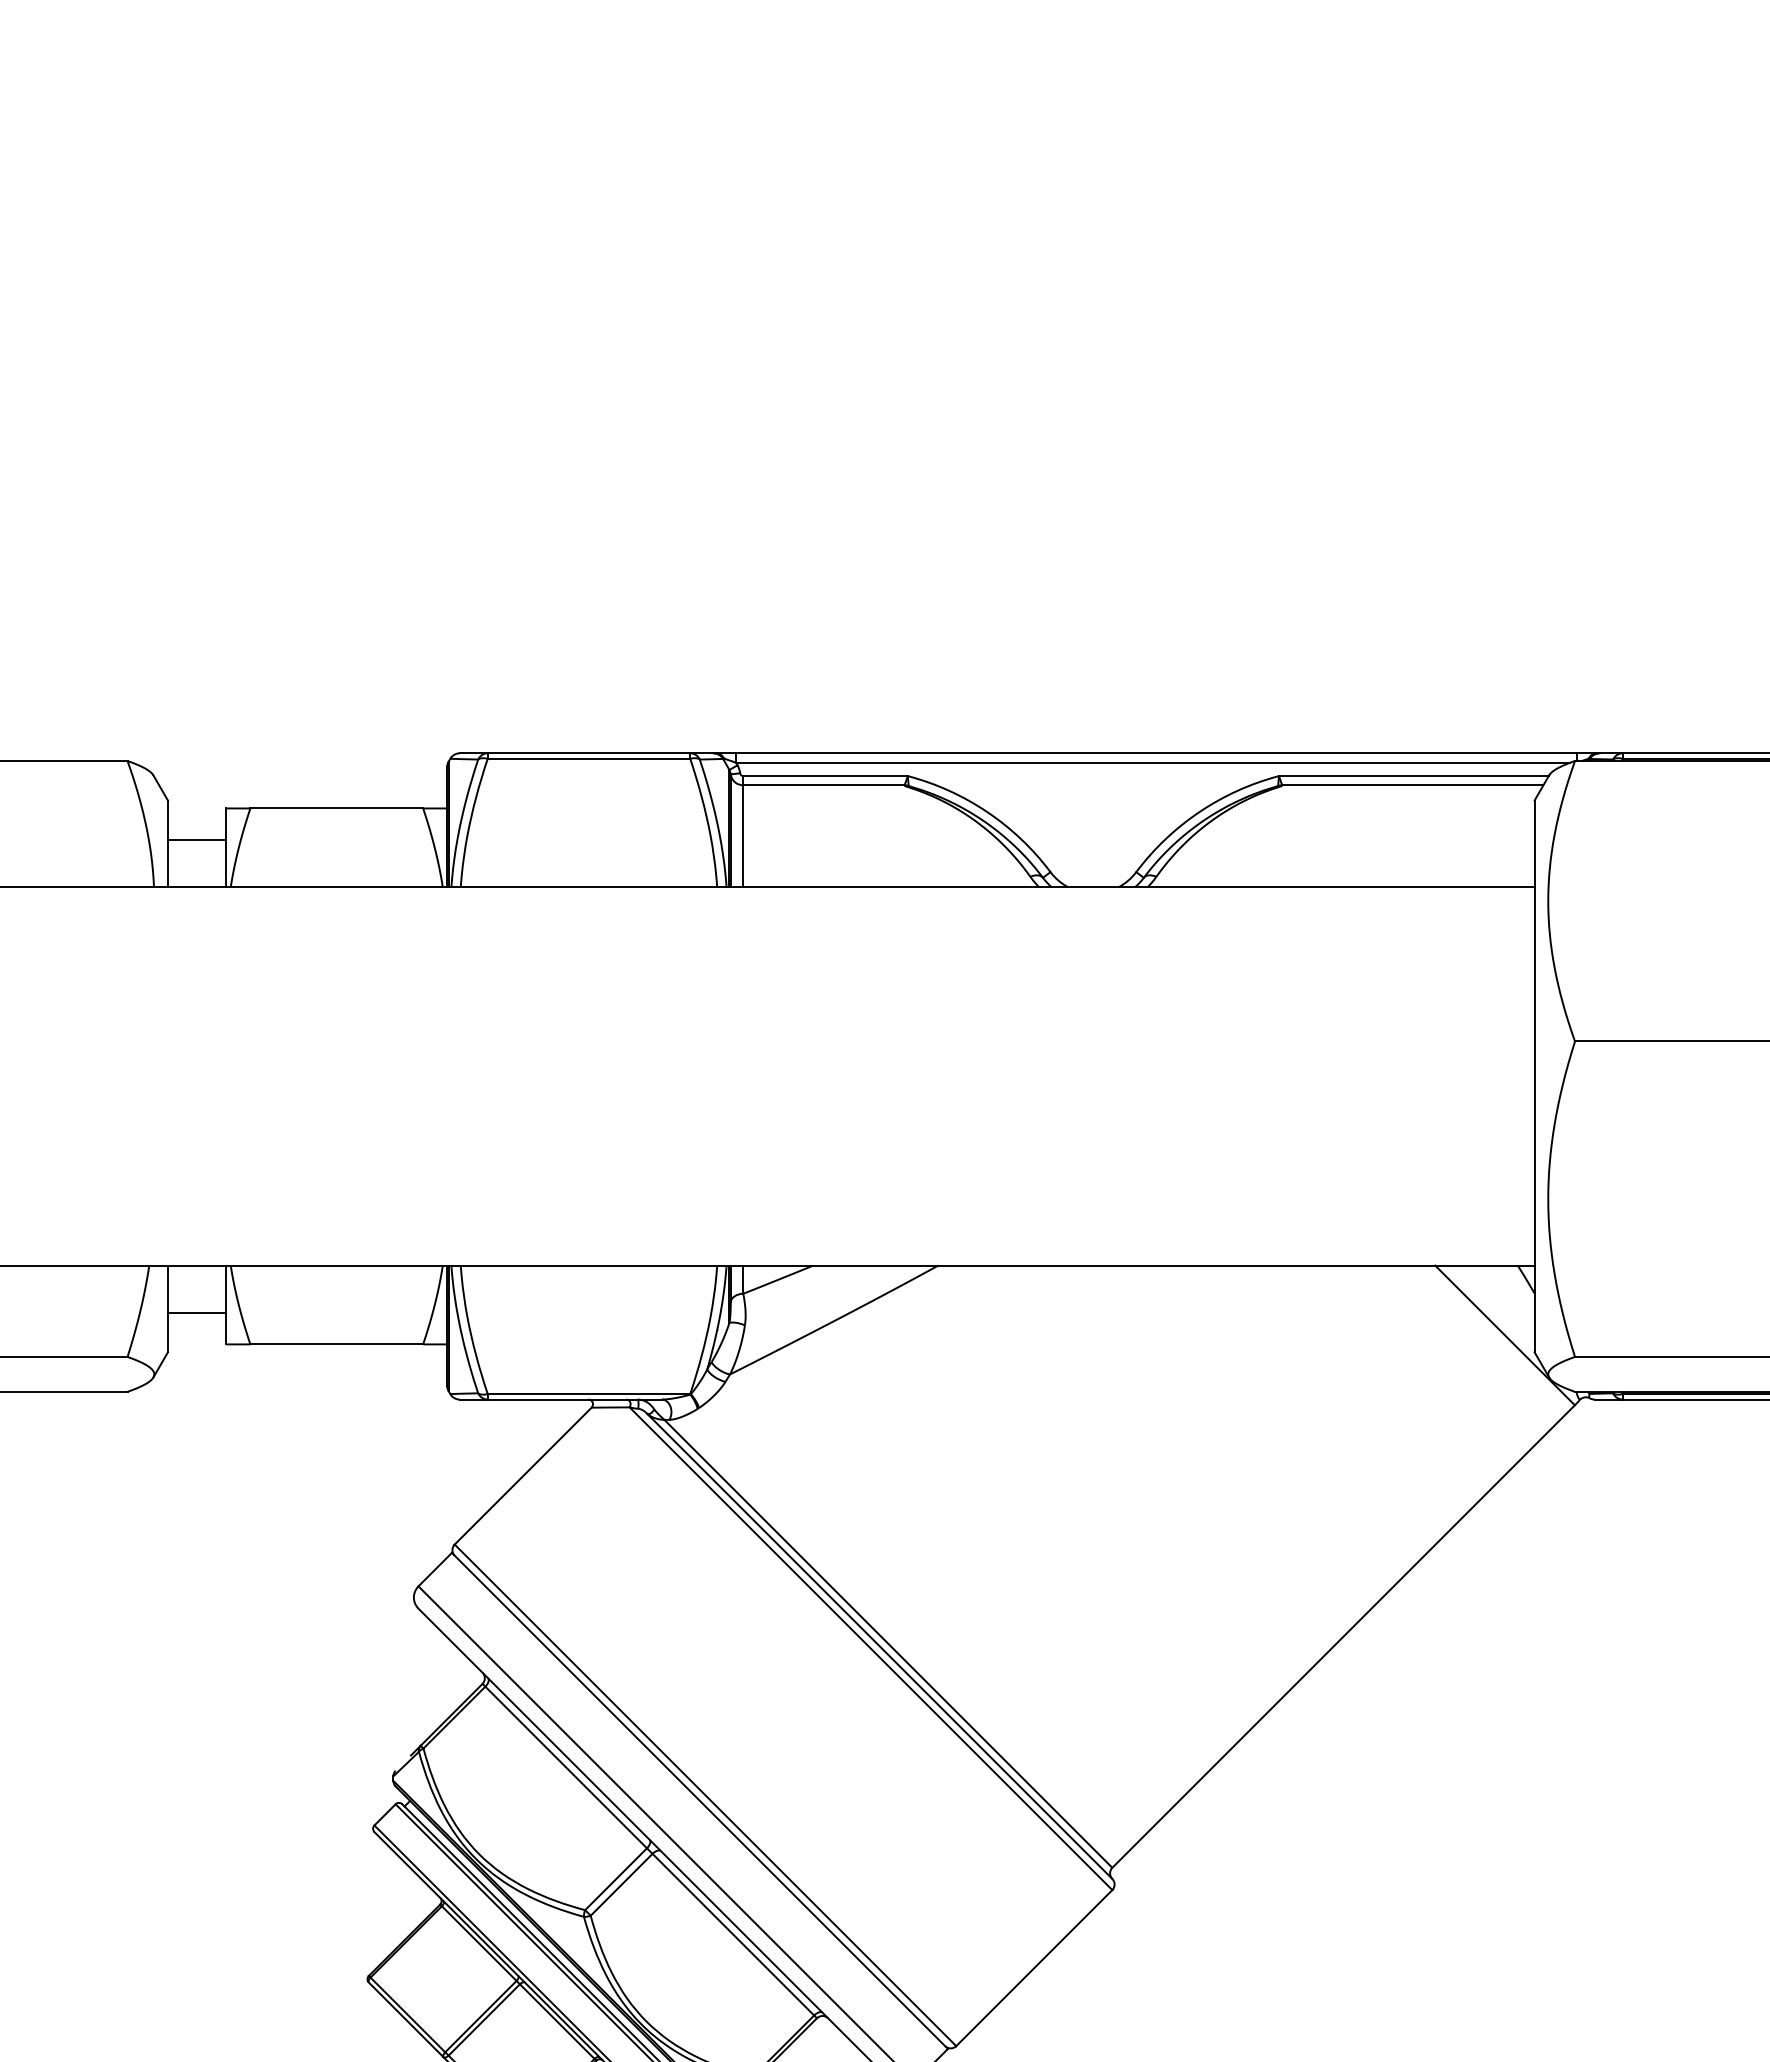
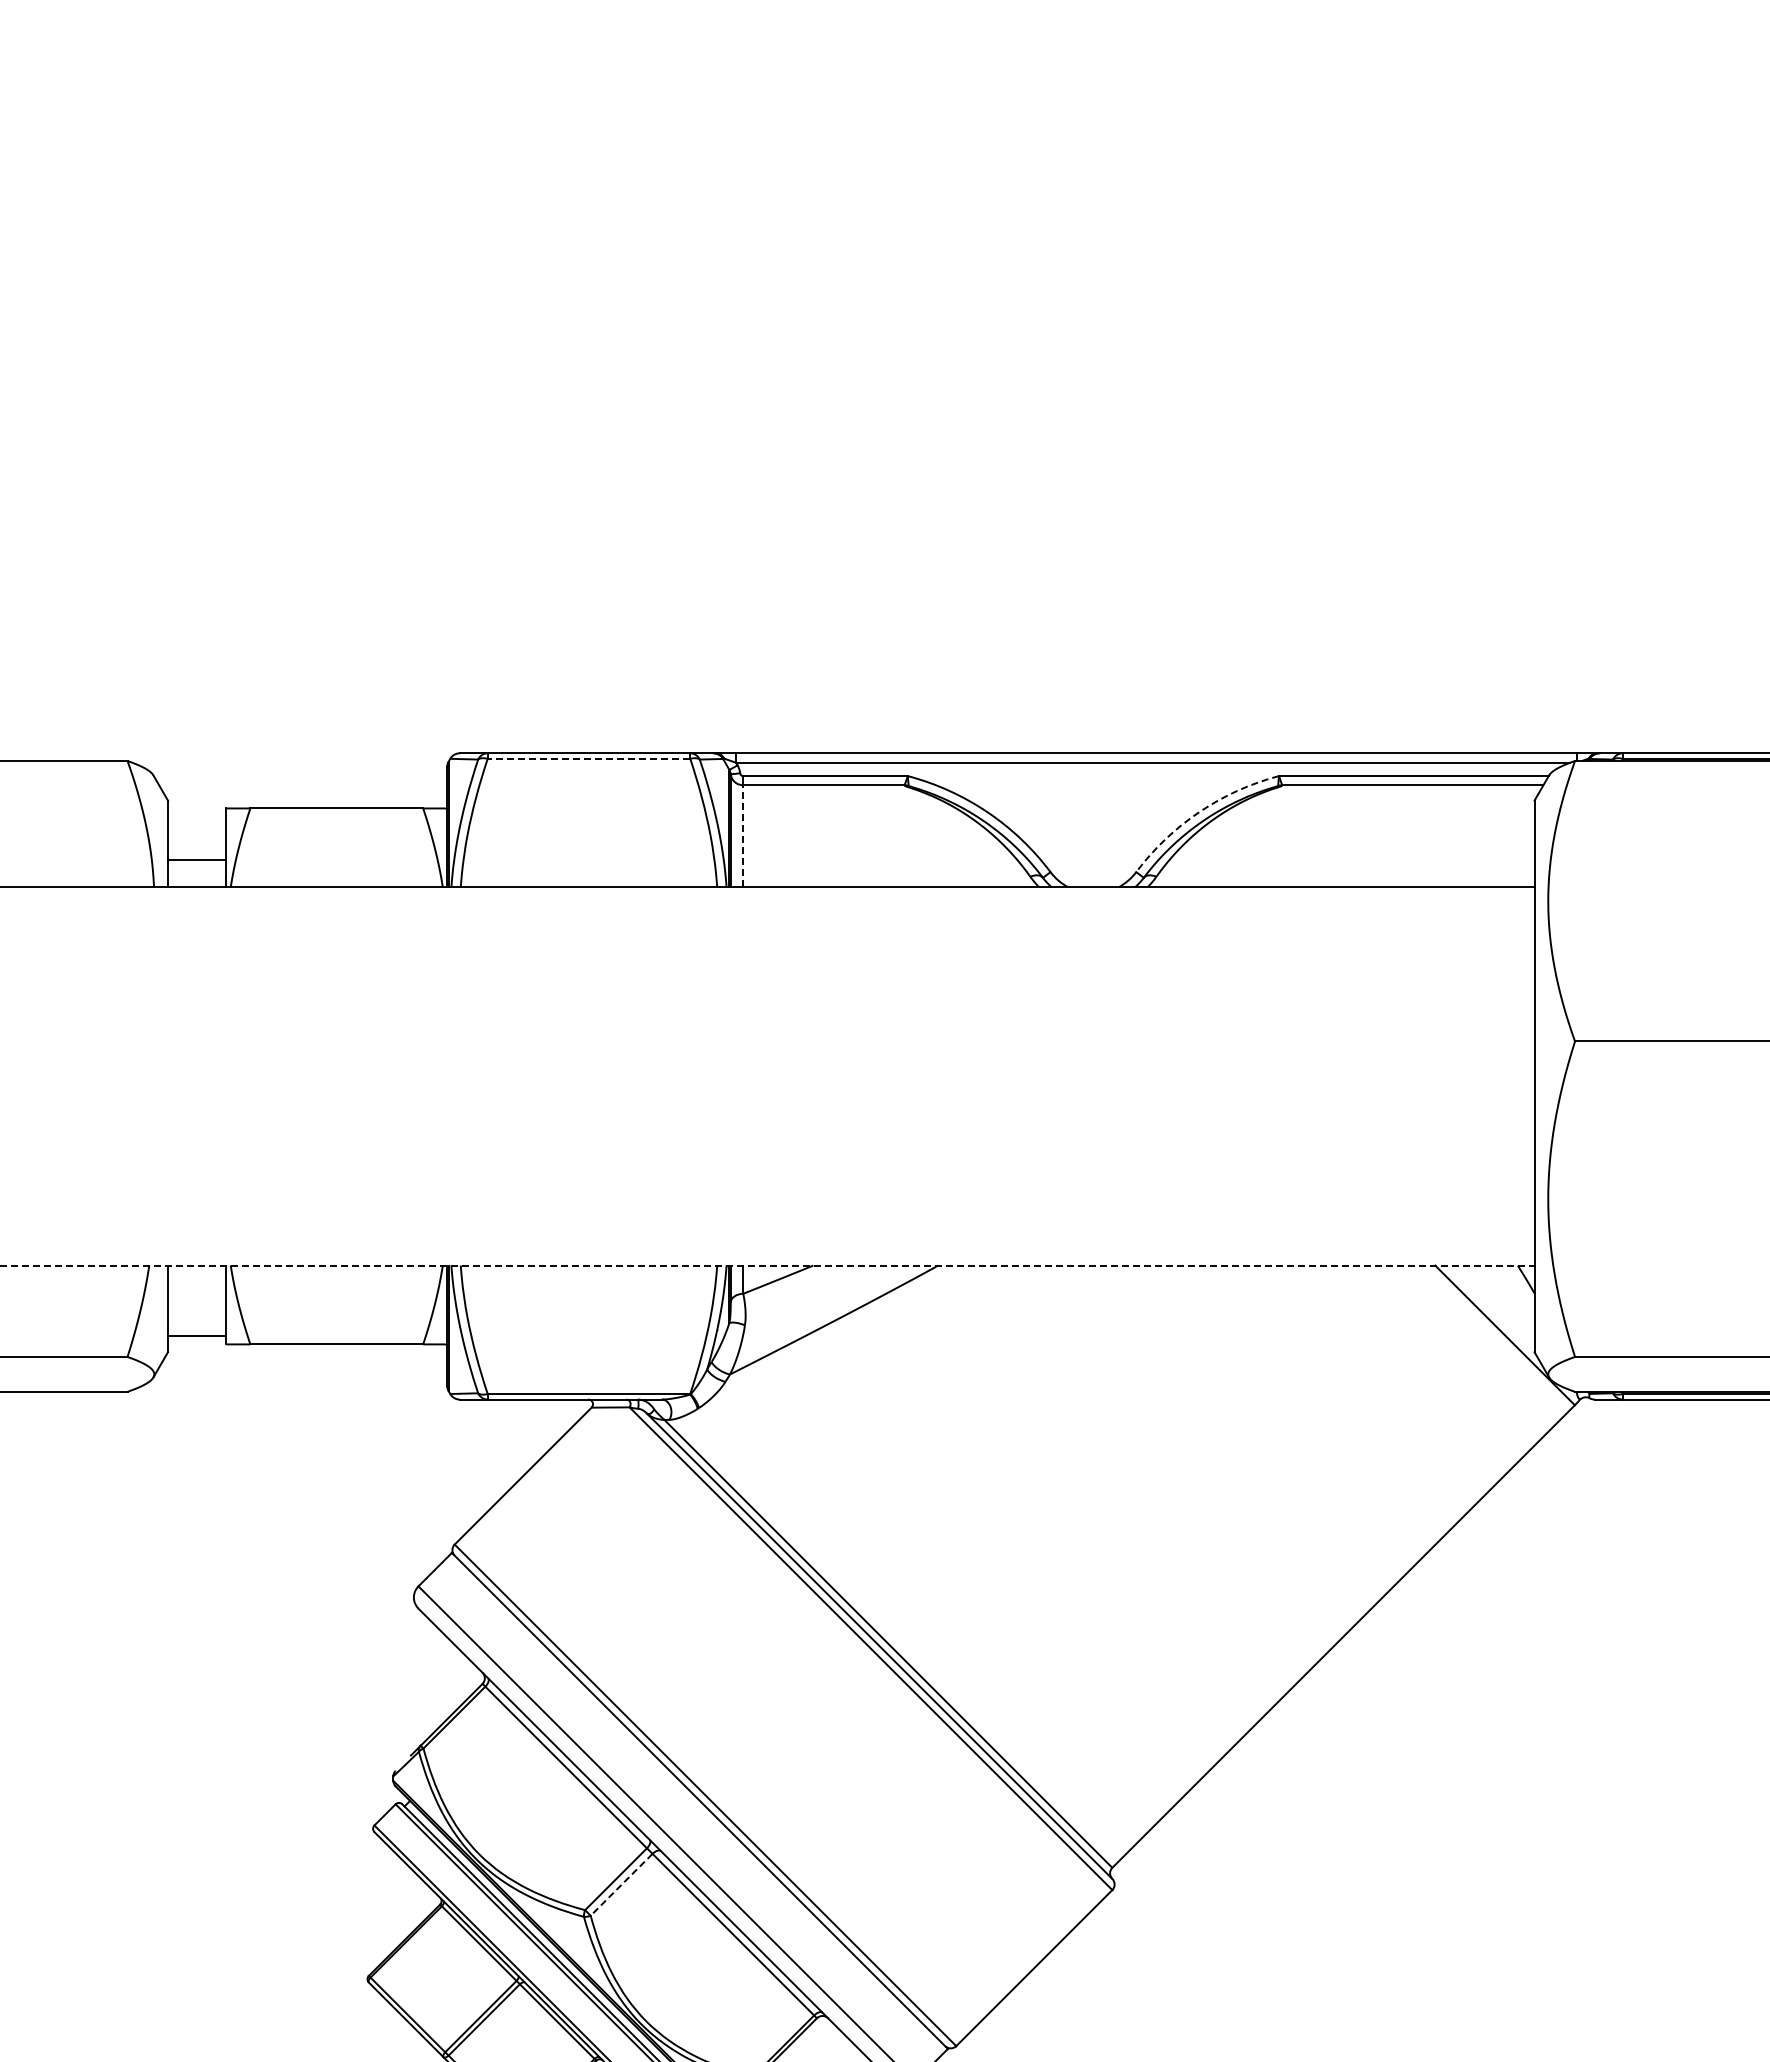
line at (588, 758): solid -> dashed
arc at (1199, 812): solid -> dashed
line at (743, 836): solid -> dashed
line at (196, 839) position: (196, 839) -> (196, 859)
line at (767, 1265): solid -> dashed
line at (196, 1312) position: (196, 1312) -> (196, 1335)
line at (621, 1884): solid -> dashed
